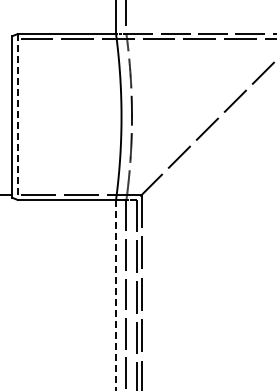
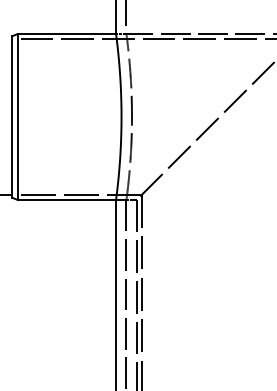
line at (17, 117): dashed -> solid
line at (116, 295): dashed -> solid
